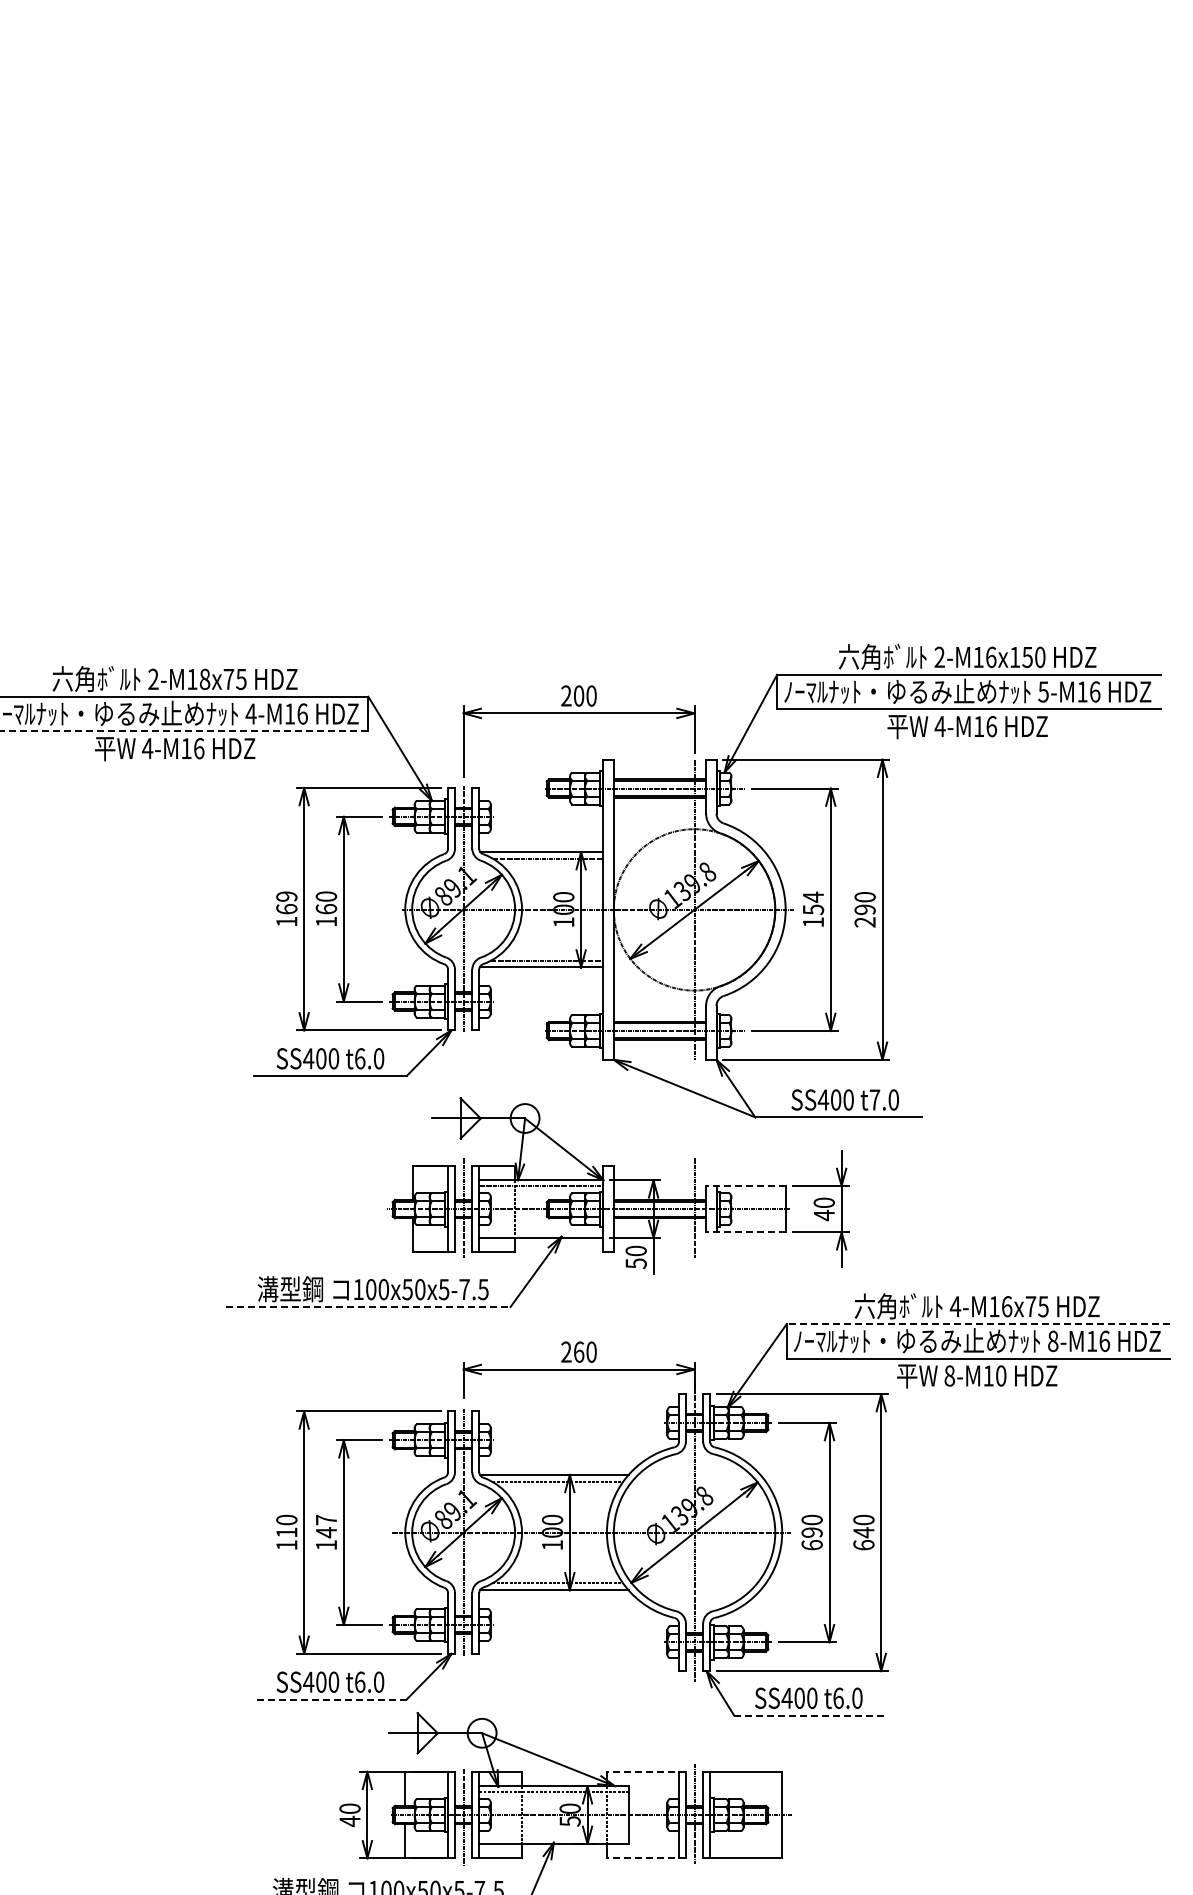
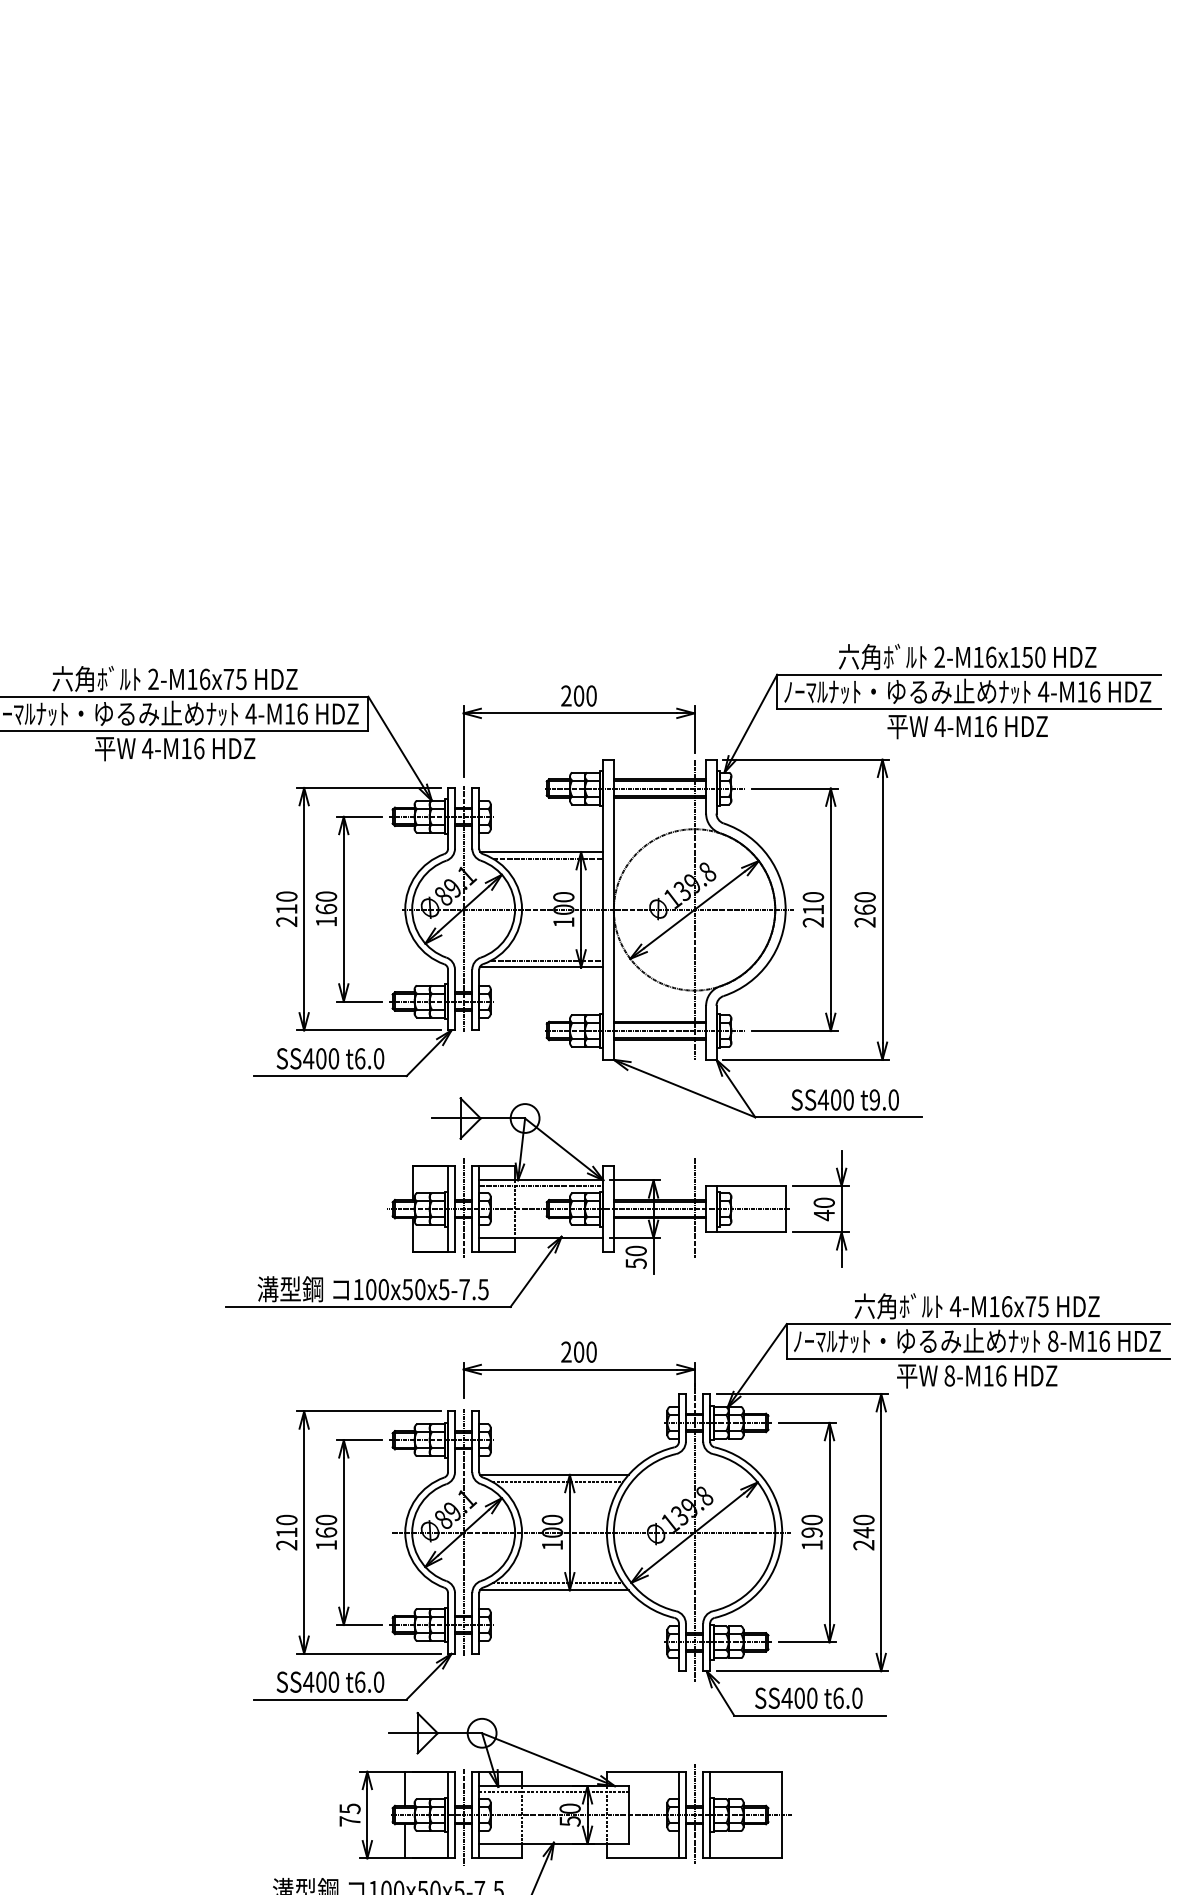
text at (204, 678): 2-M18x75 -> 2-M16x75
text at (1043, 691): 5-M16 -> 4-M16
line at (184, 731): dashed -> solid
text at (286, 908): 169 -> 210
text at (813, 909): 154 -> 210
text at (864, 909): 290 -> 260
text at (874, 1099): t7.0 -> t9.0
line at (745, 1186): dashed -> solid
line at (745, 1232): dashed -> solid
line at (368, 1306): dashed -> solid
line at (978, 1324): dashed -> solid
text at (579, 1351): 260 -> 200
text at (1001, 1375): 8-M10 -> 8-M16
text at (326, 1526): 147 -> 160
text at (286, 1545): 110 -> 210
text at (811, 1545): 690 -> 190
text at (863, 1545): 640 -> 240
line at (329, 1699): dashed -> solid
line at (809, 1715): dashed -> solid
line at (645, 1771): dashed -> solid
text at (349, 1815): 40 -> 75
line at (645, 1858): dashed -> solid
